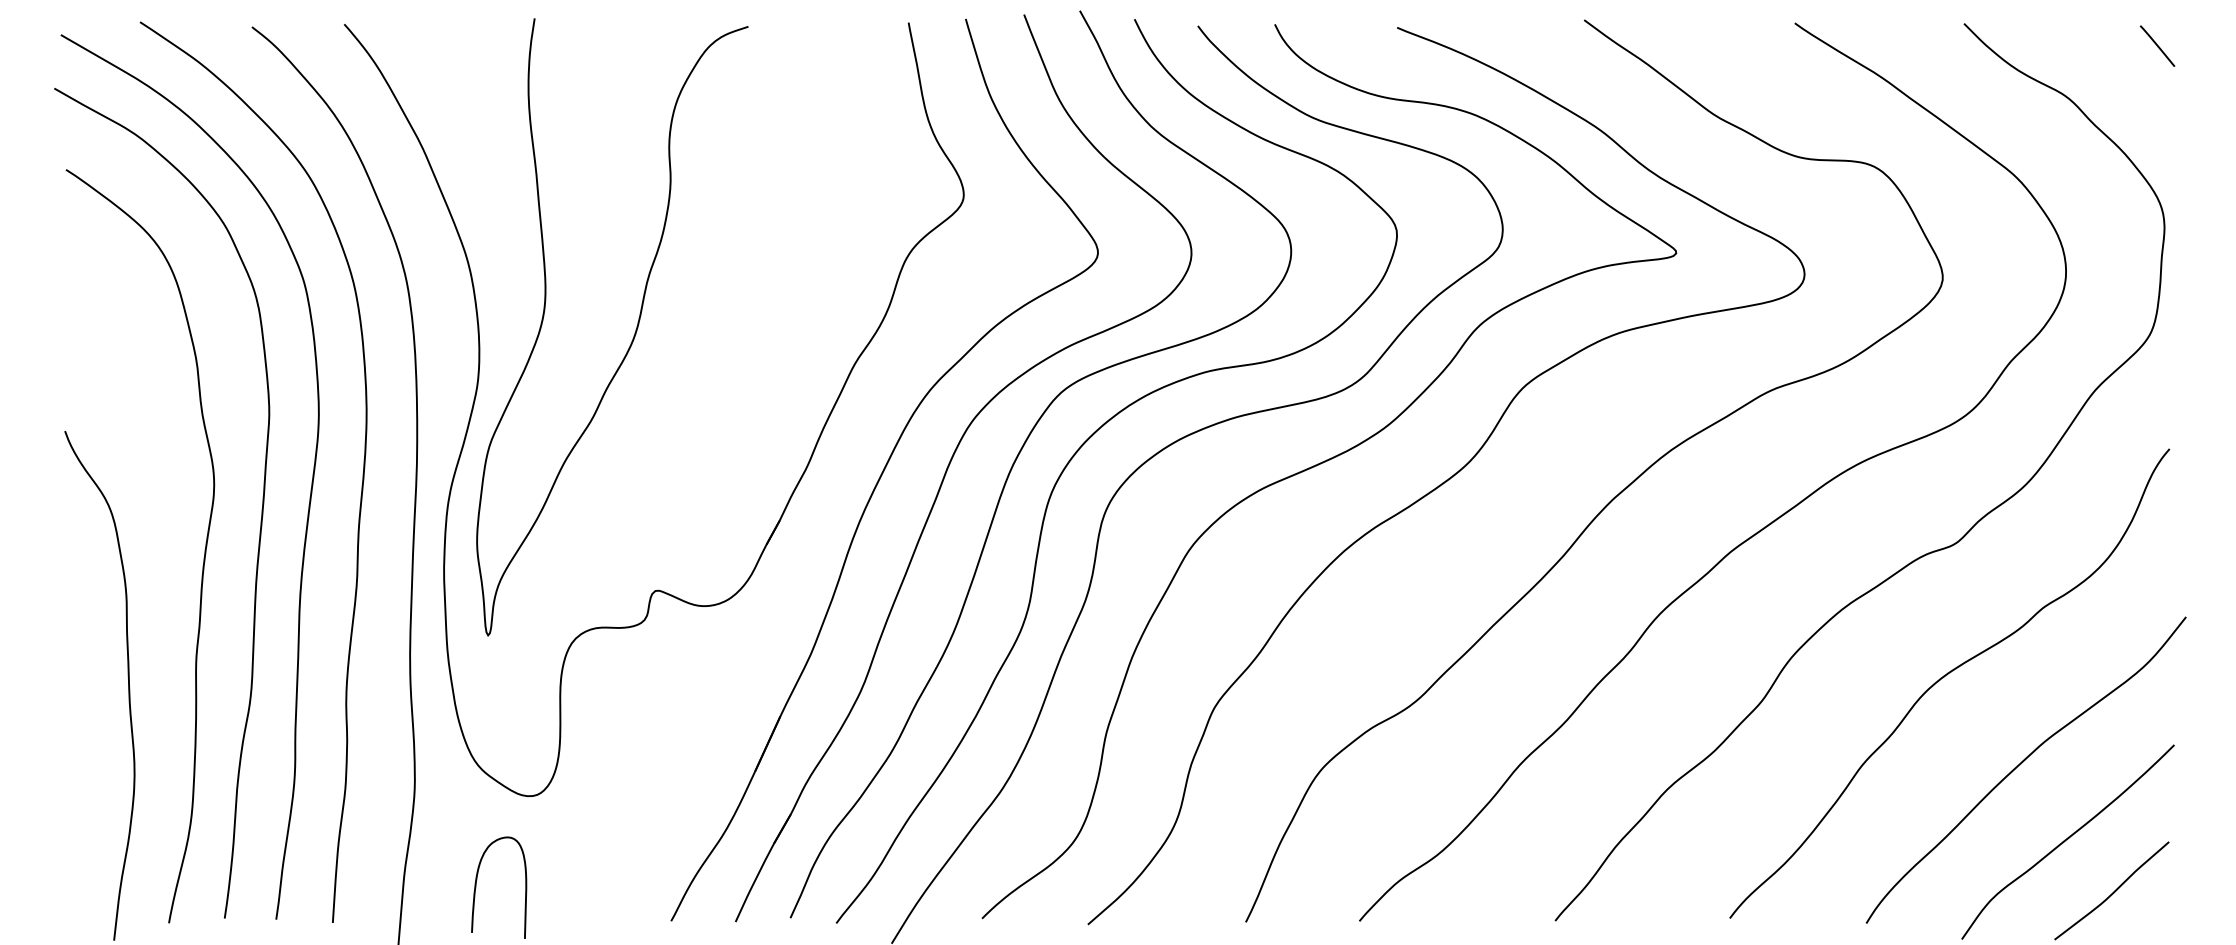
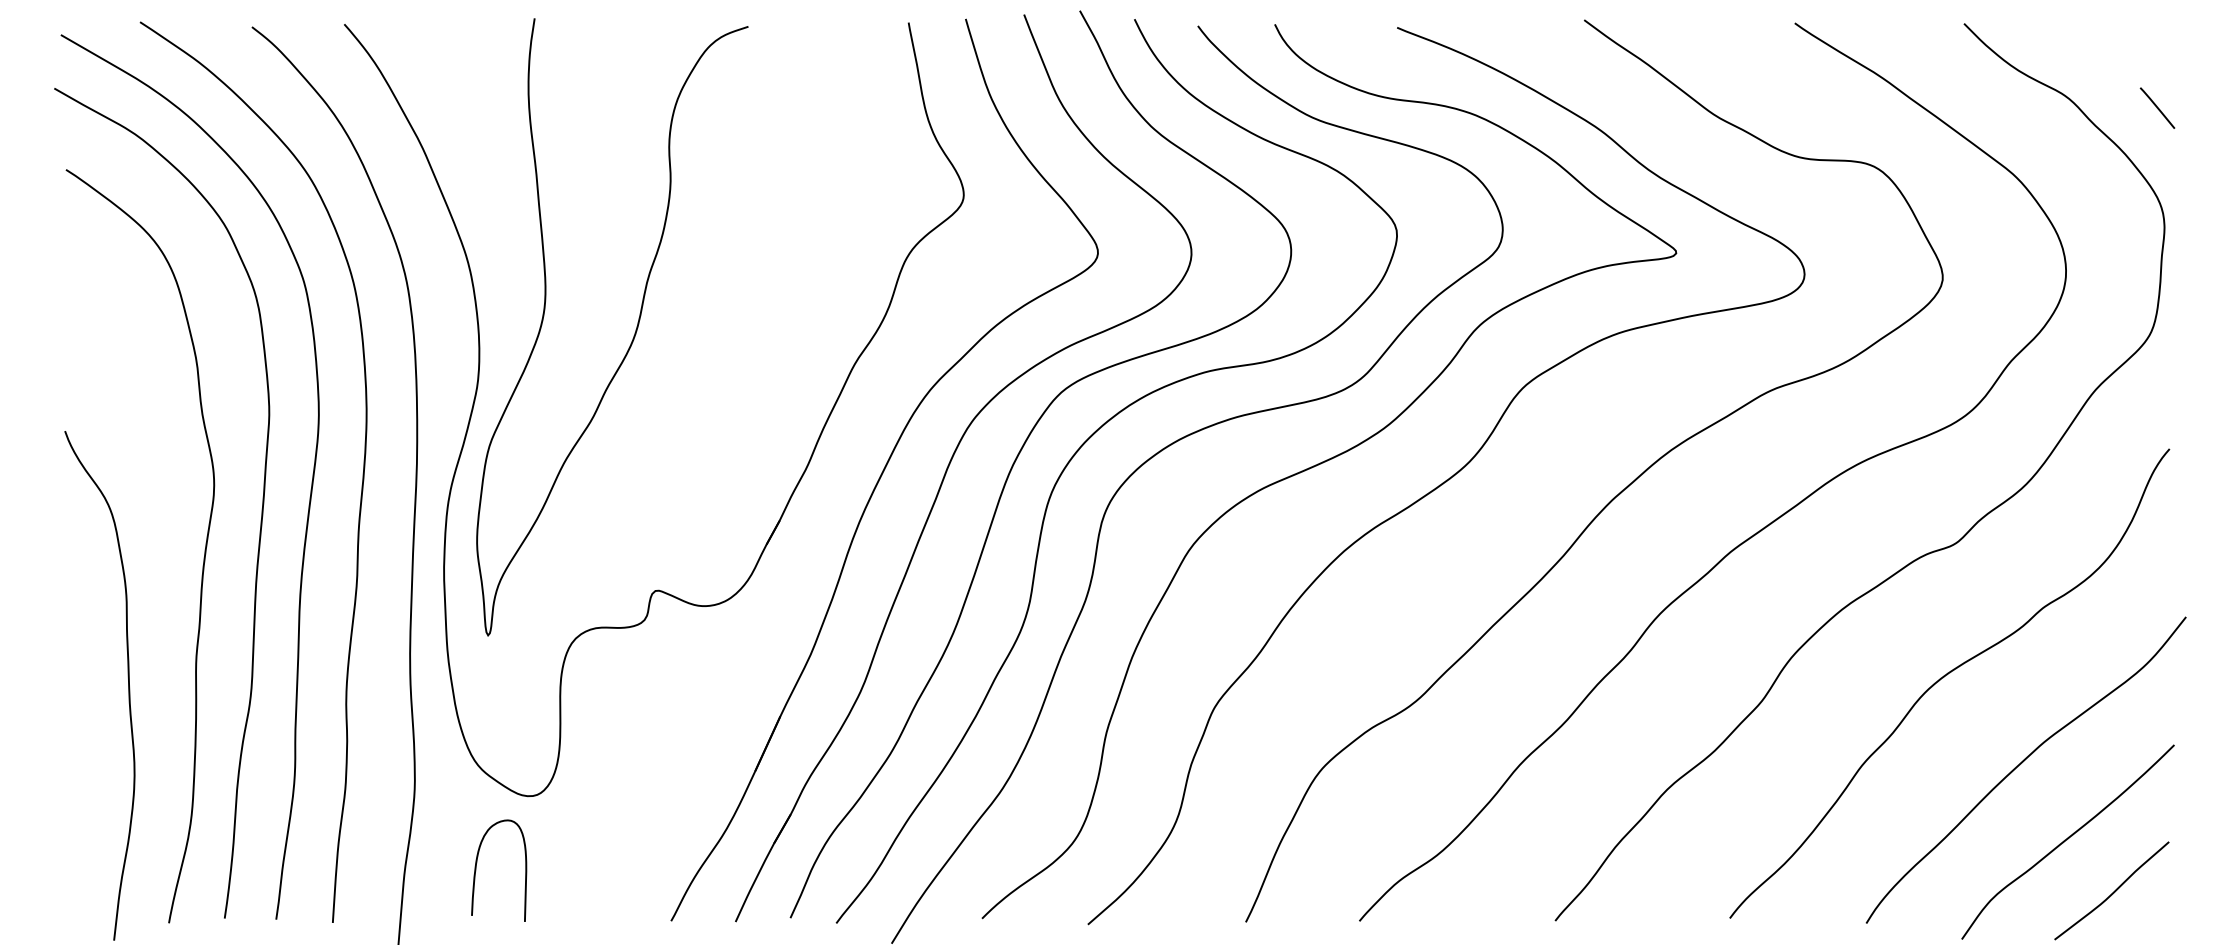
line at (2157, 45) position: (2157, 45) -> (2157, 107)
curve at (476, 887) position: (476, 887) -> (476, 870)
